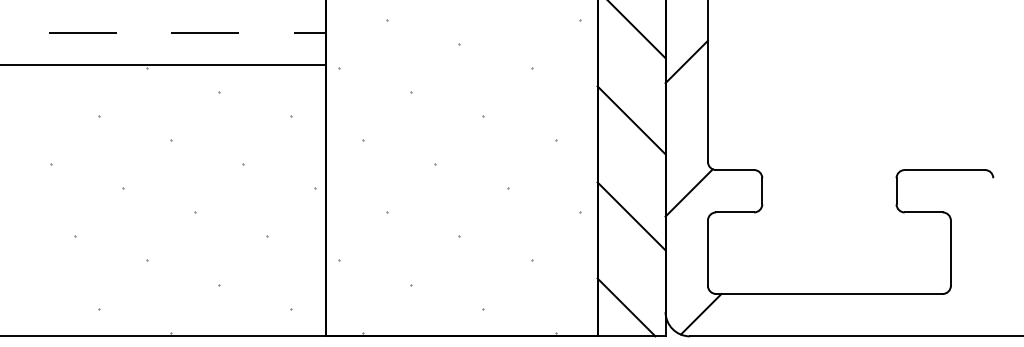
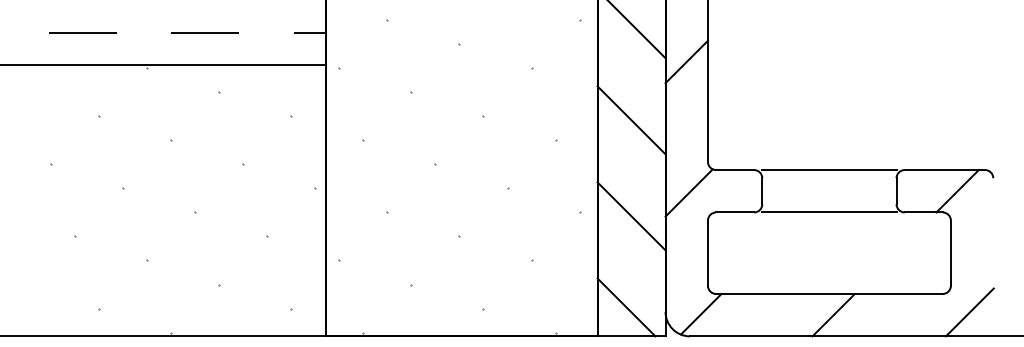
line at (829, 170): none -> present
line at (957, 191): none -> present
line at (829, 212): none -> present
line at (969, 312): none -> present
line at (833, 314): none -> present
